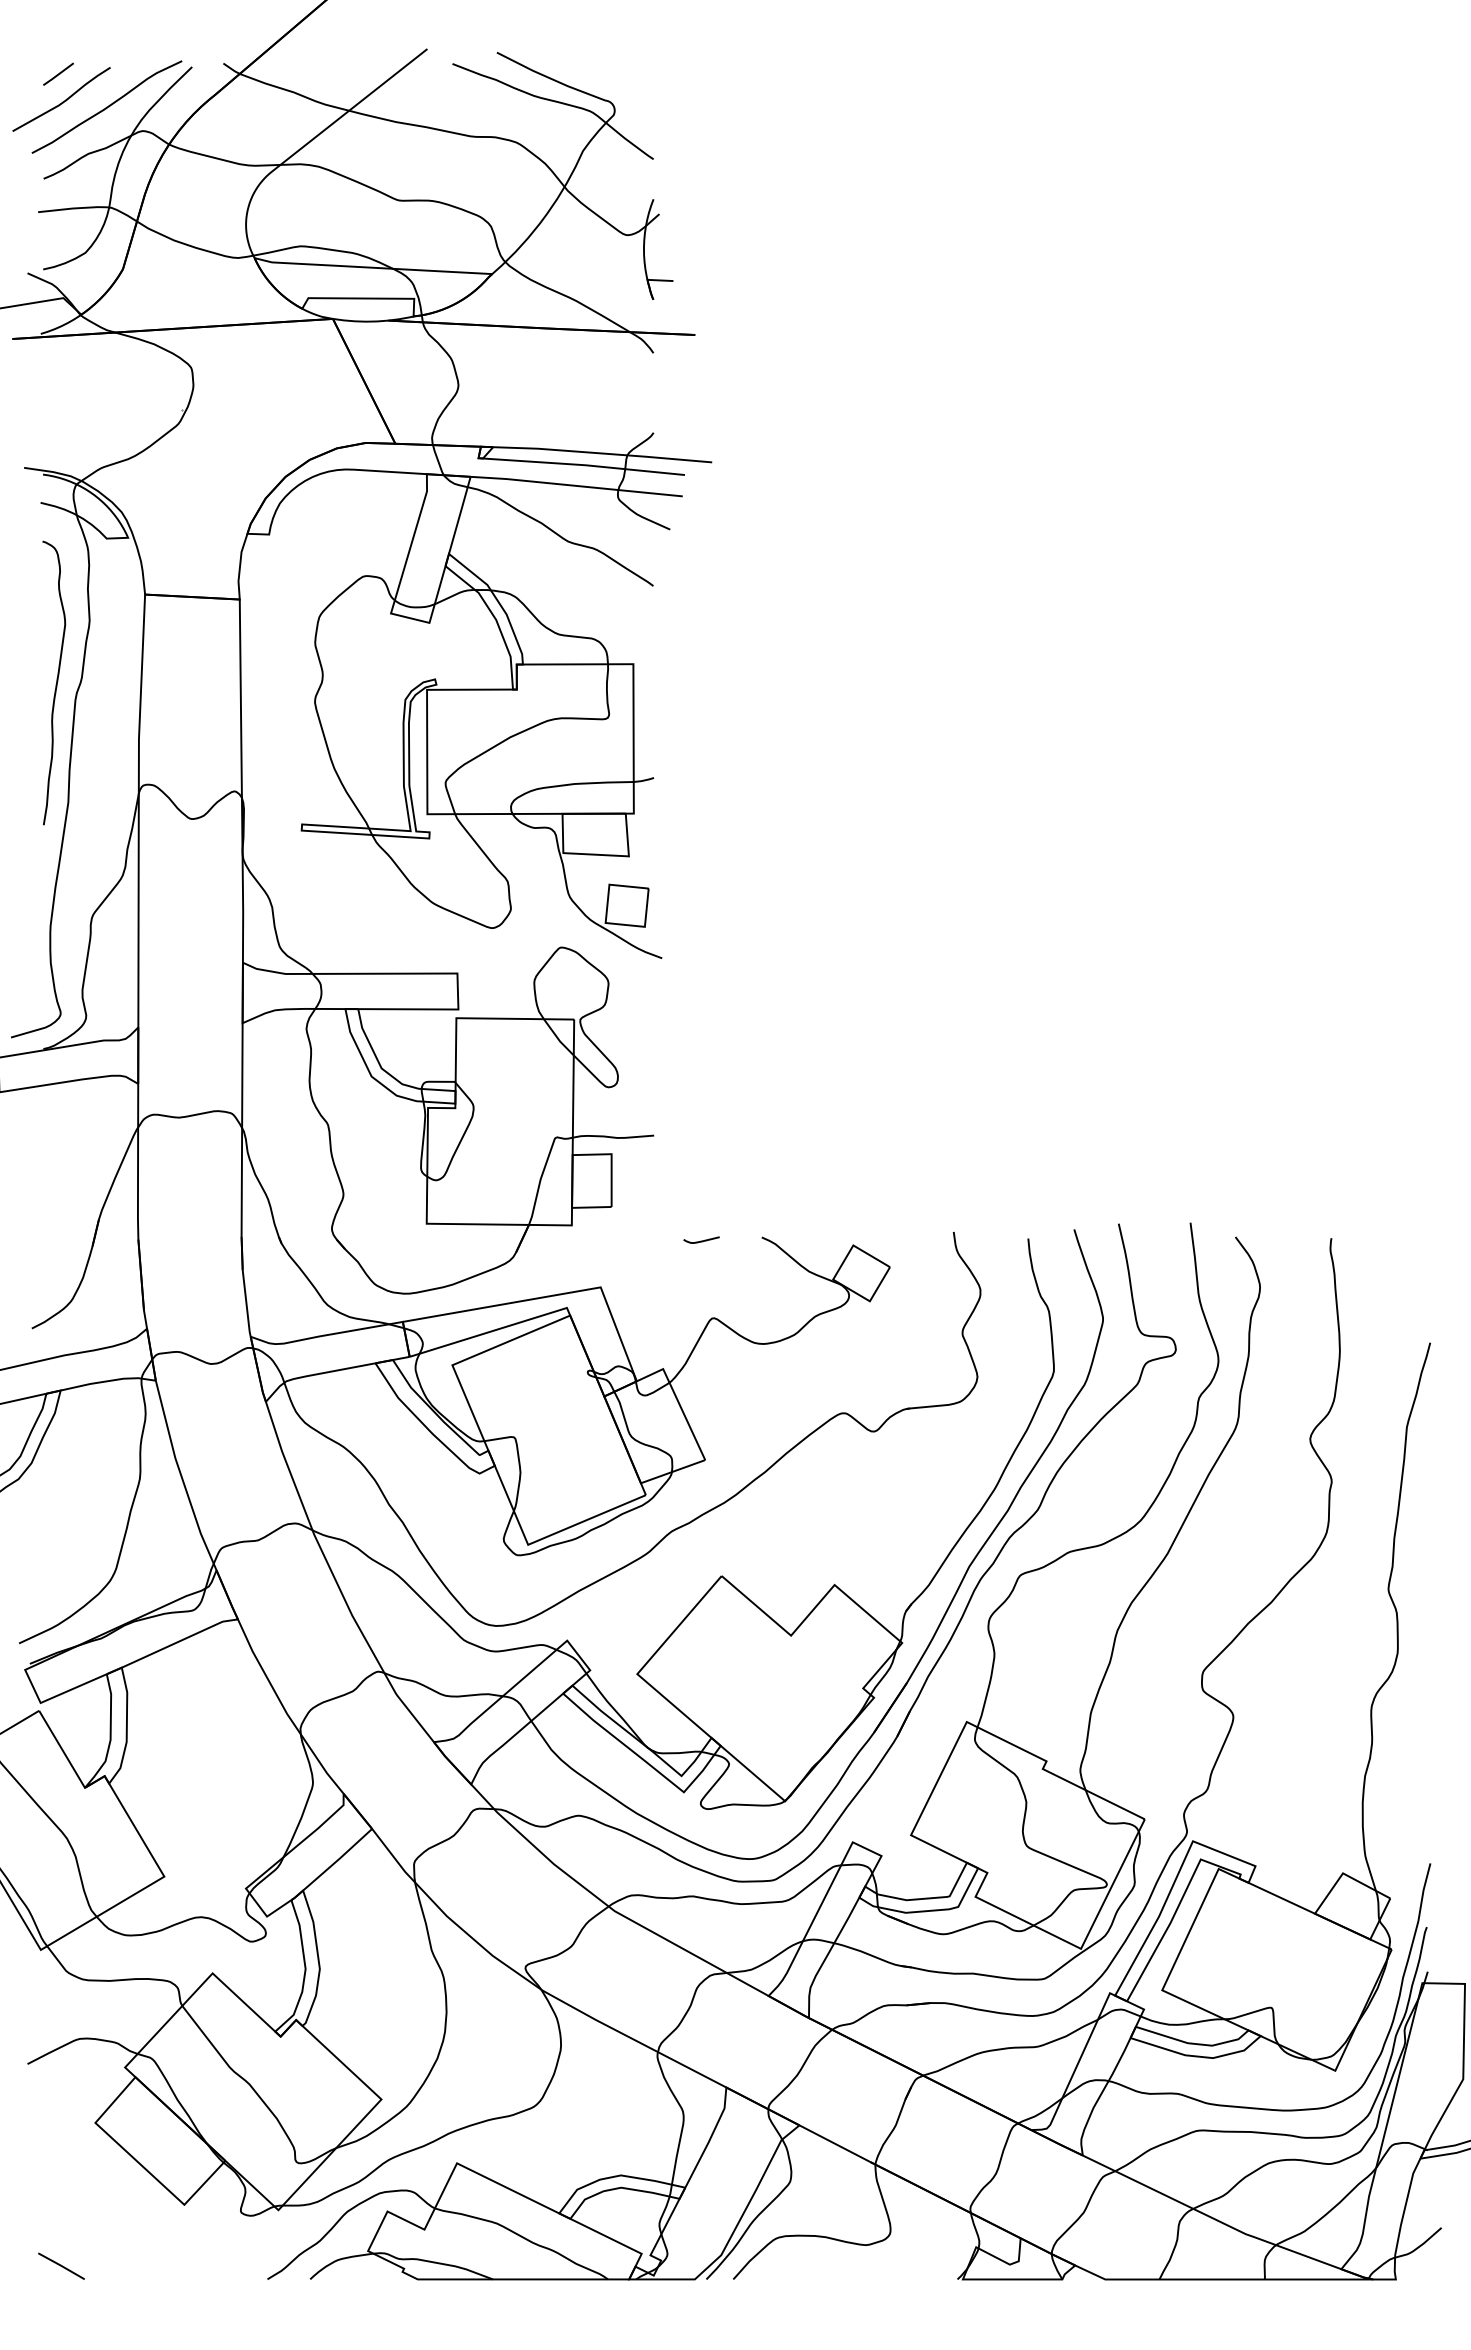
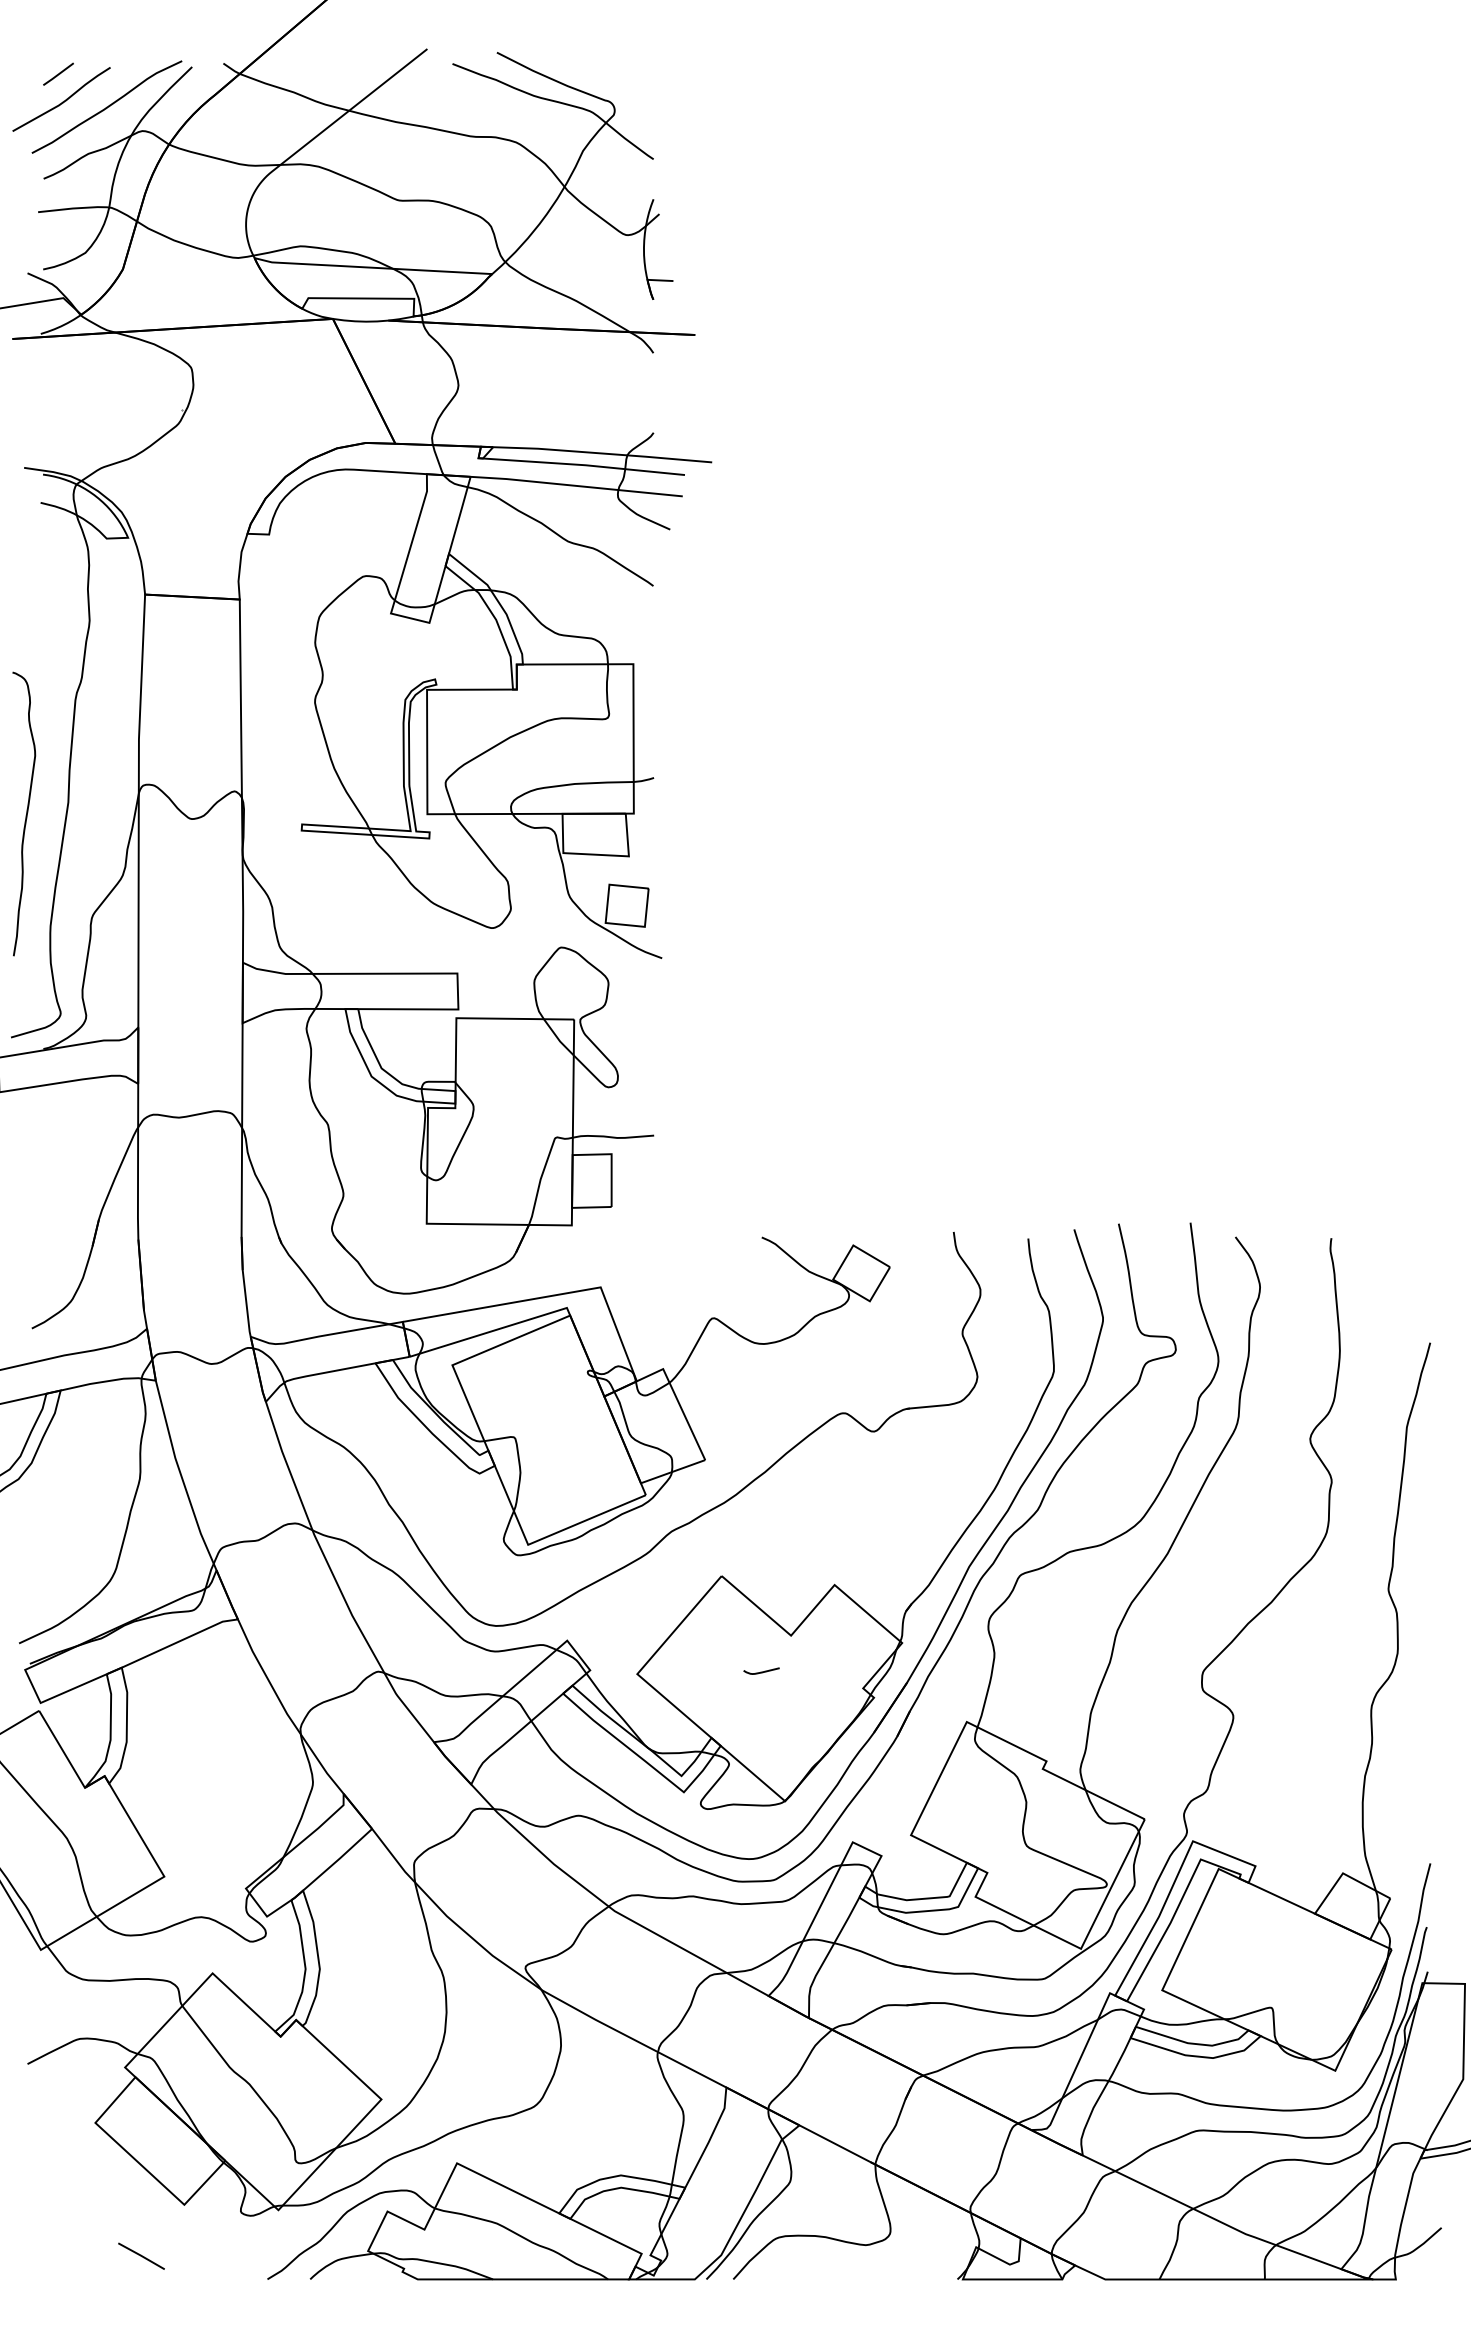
curve at (56, 682) position: (56, 682) -> (26, 813)
curve at (701, 1240) position: (701, 1240) -> (761, 1671)
line at (61, 2265) position: (61, 2265) -> (141, 2255)
